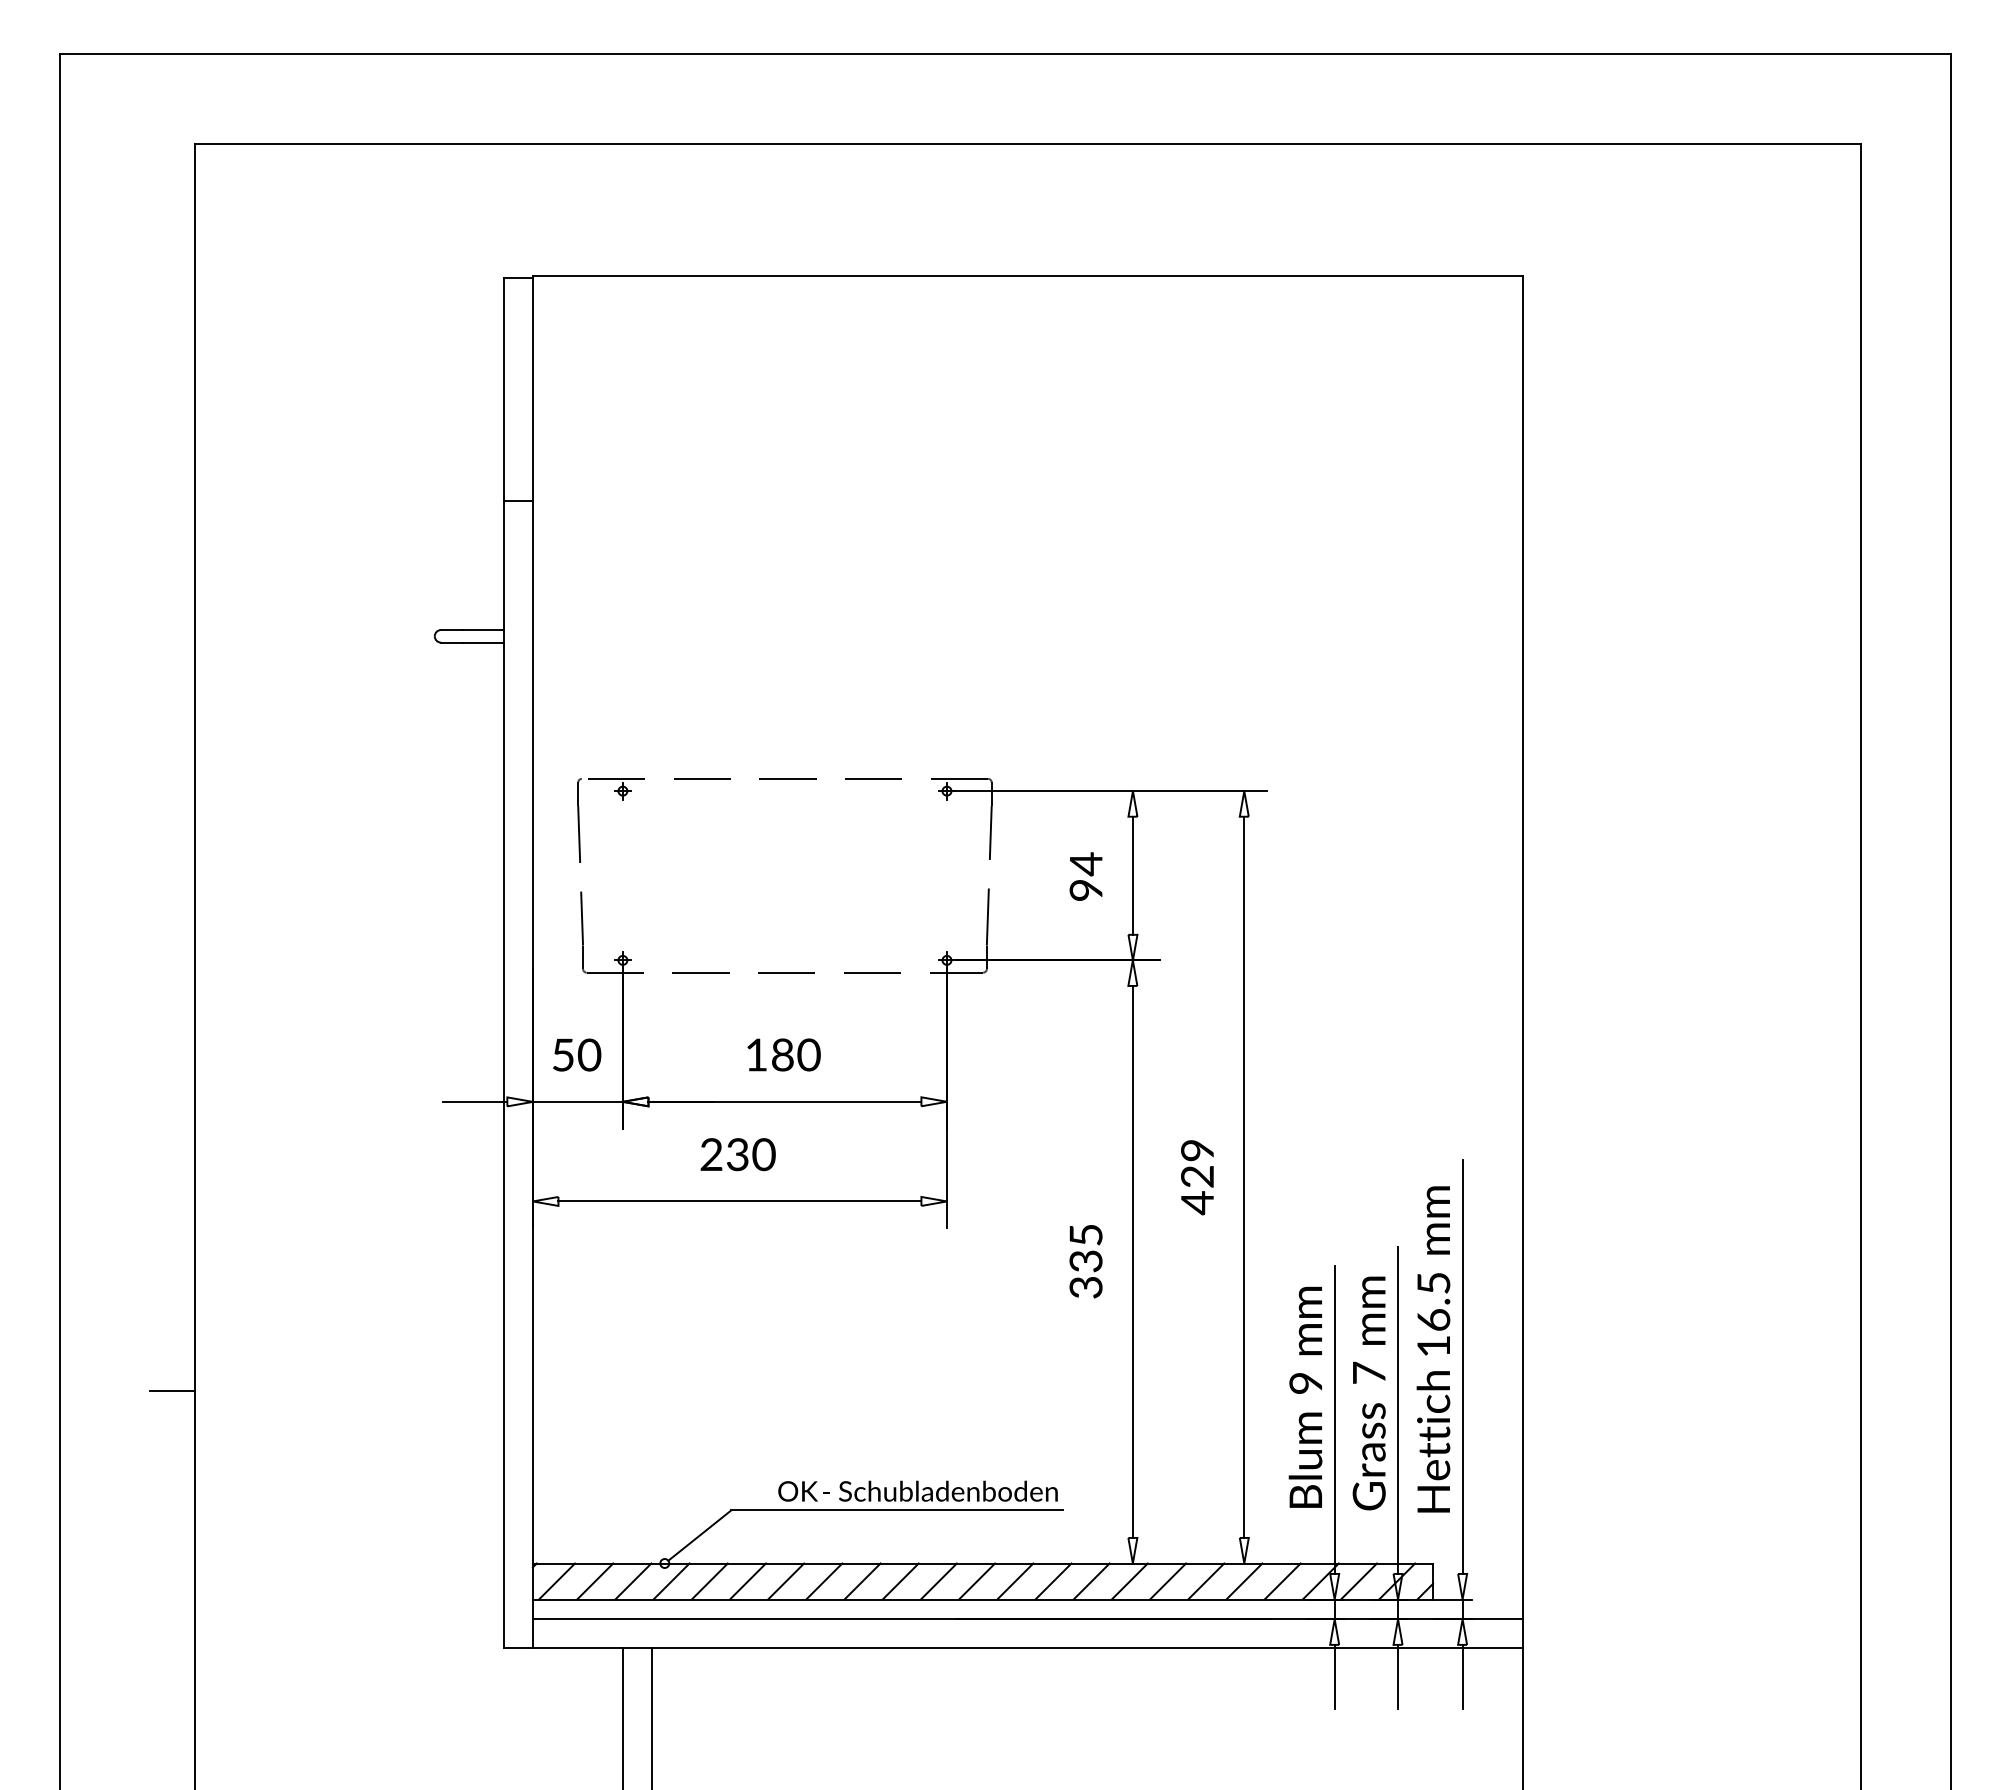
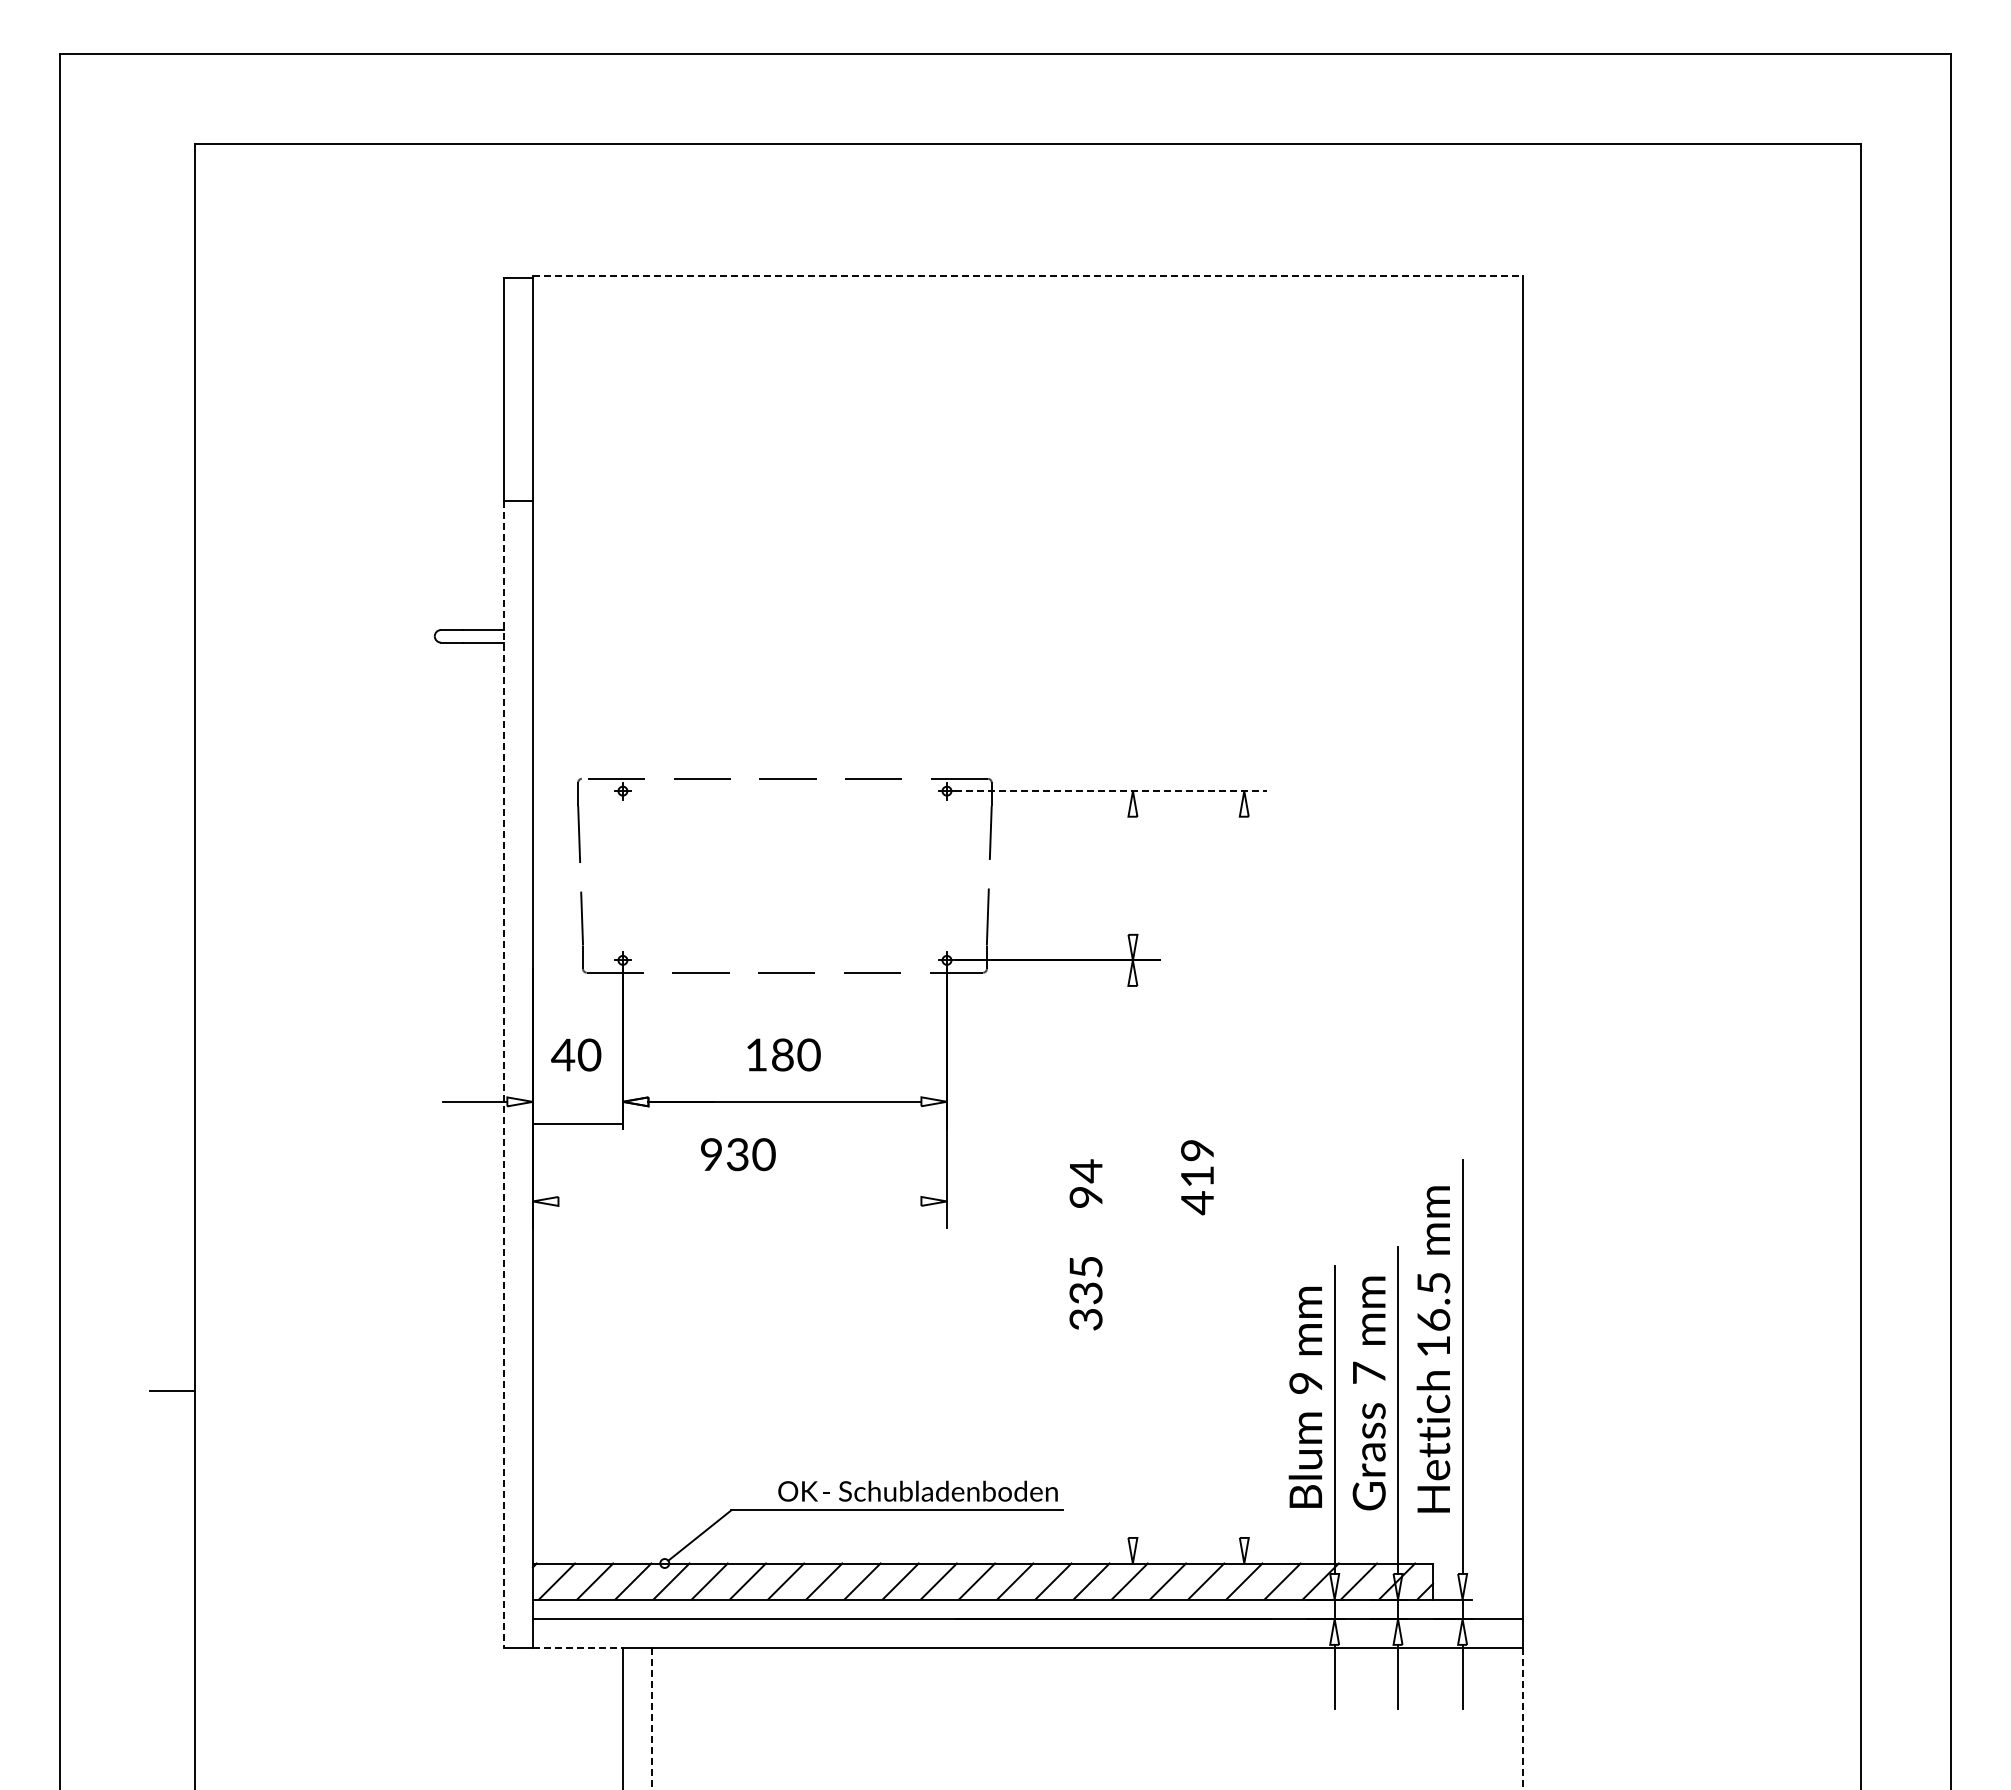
line at (1028, 276): solid -> dashed
line at (1111, 791): solid -> dashed
line at (1132, 875): present -> none
text at (1085, 876) position: (1085, 876) -> (1085, 1183)
text at (563, 1054): 50 -> 40
line at (504, 1075): solid -> dashed
line at (577, 1101) position: (577, 1101) -> (577, 1123)
text at (711, 1154): 230 -> 930
text at (1197, 1176): 429 -> 419
line at (1244, 1176): present -> none
line at (739, 1201): present -> none
text at (1085, 1261) position: (1085, 1261) -> (1085, 1293)
line at (1132, 1261): present -> none
line at (578, 1648): solid -> dashed
line at (651, 1718): solid -> dashed
line at (1523, 1718): solid -> dashed
